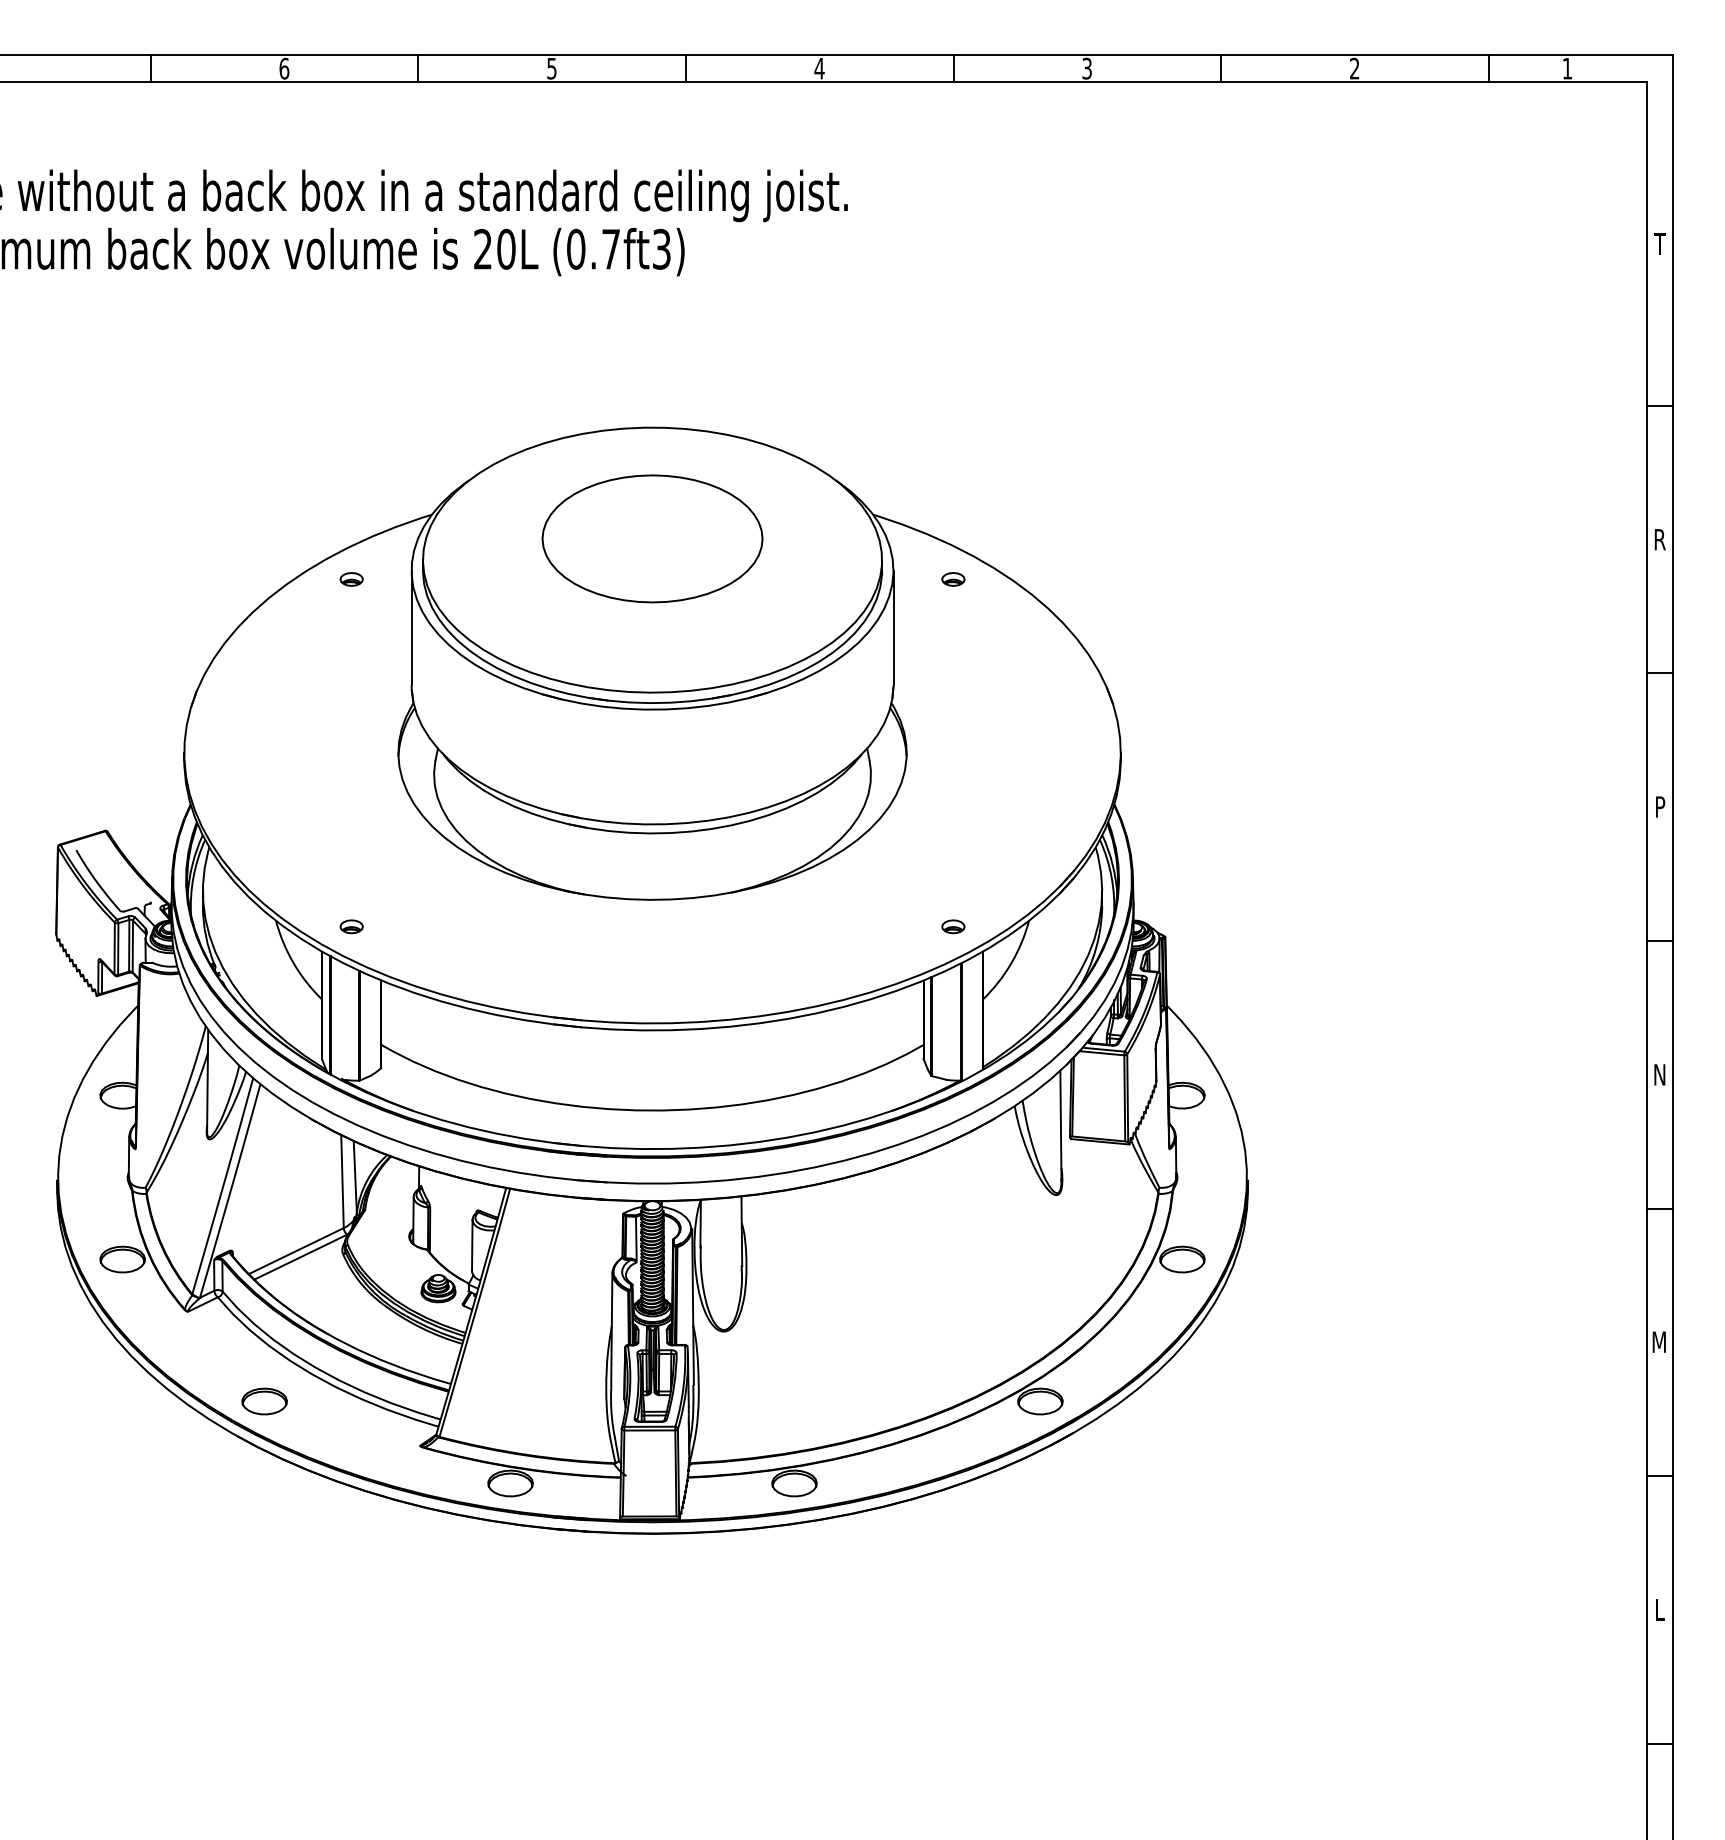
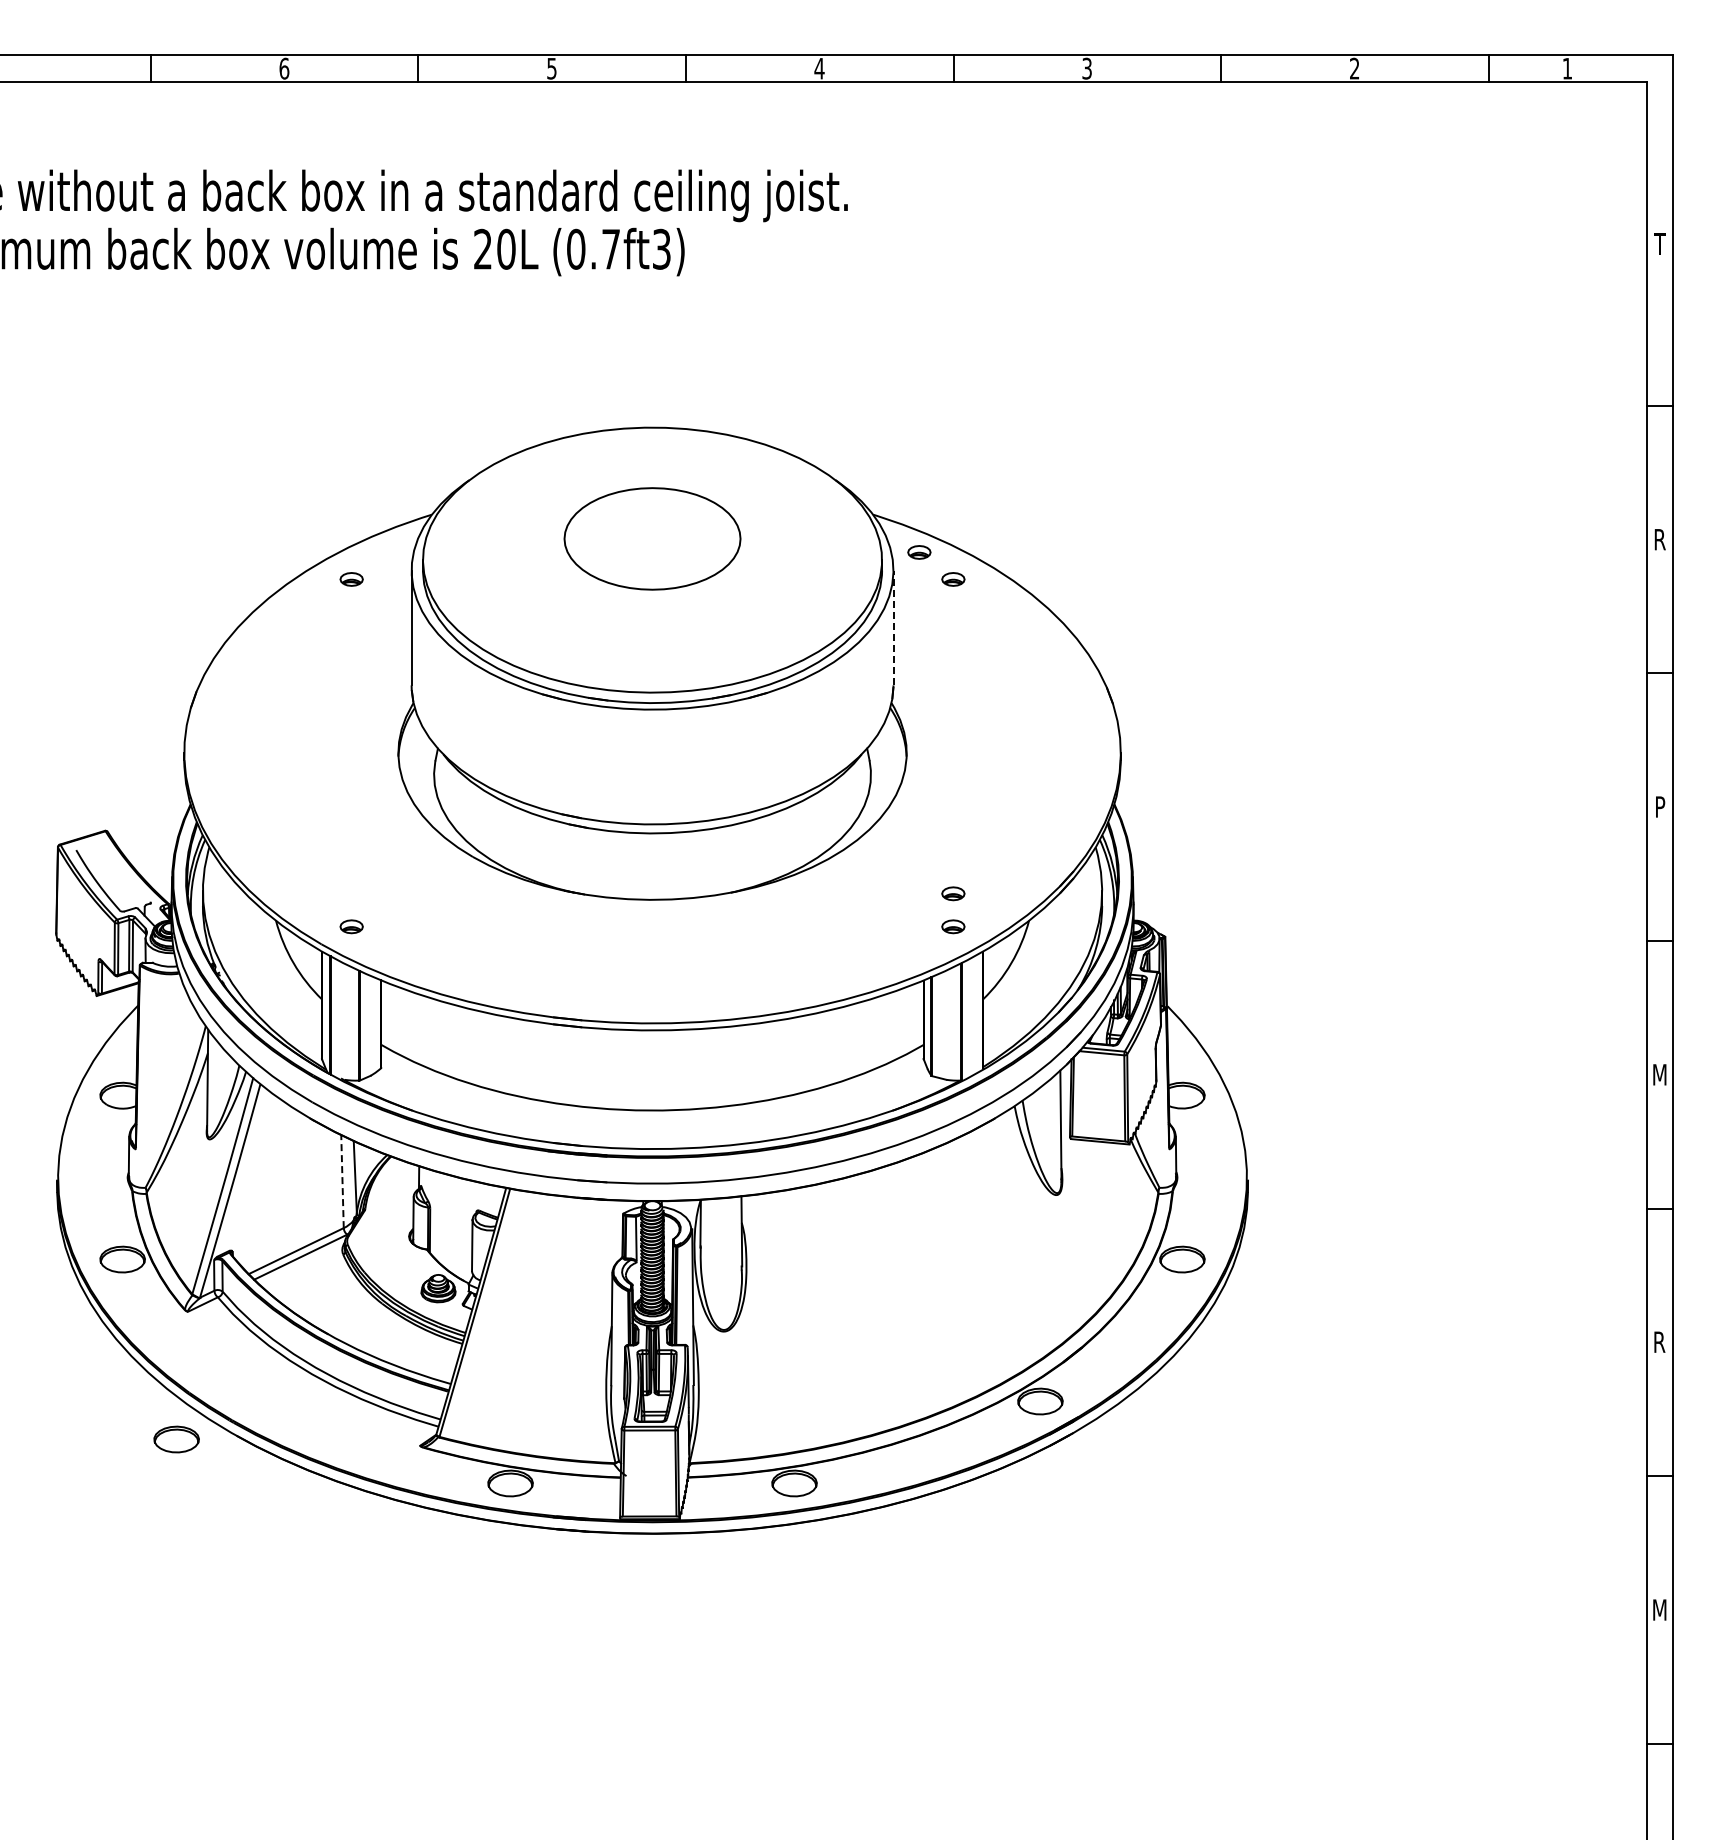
part at (652, 538) size: 223x130 px -> 179x104 px
part at (919, 552): none -> present
line at (893, 627): solid -> dashed
part at (953, 893): none -> present
text at (1659, 1074): N -> M
line at (342, 1181): solid -> dashed
text at (1658, 1341): M -> R
part at (264, 1401) position: (264, 1401) -> (176, 1439)
text at (1659, 1609): L -> M
